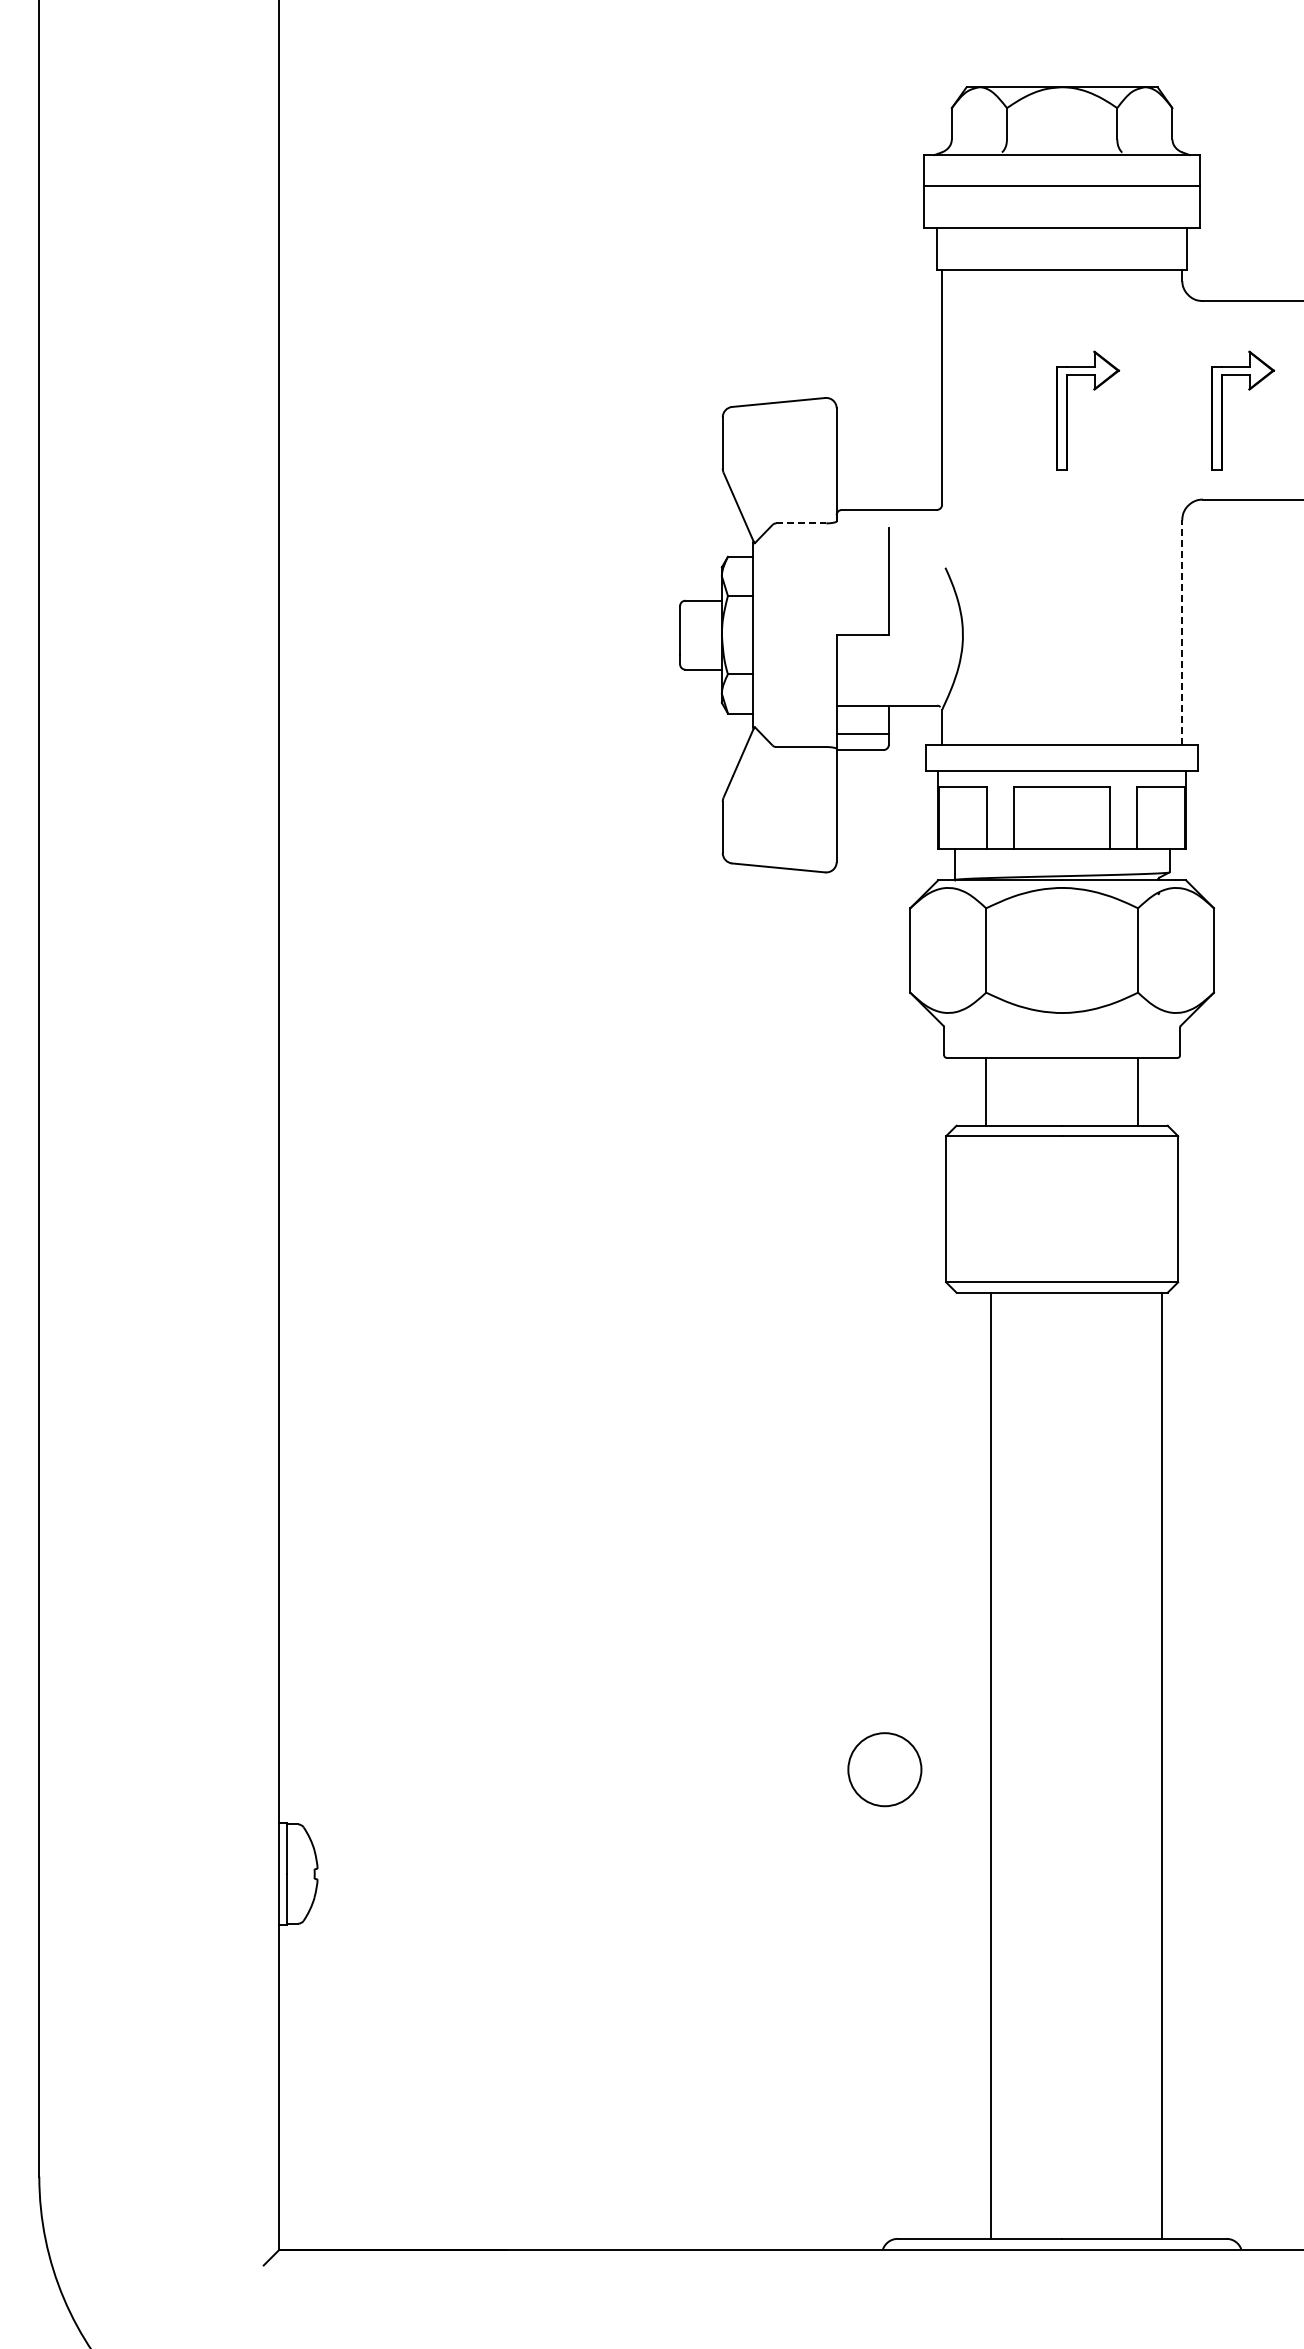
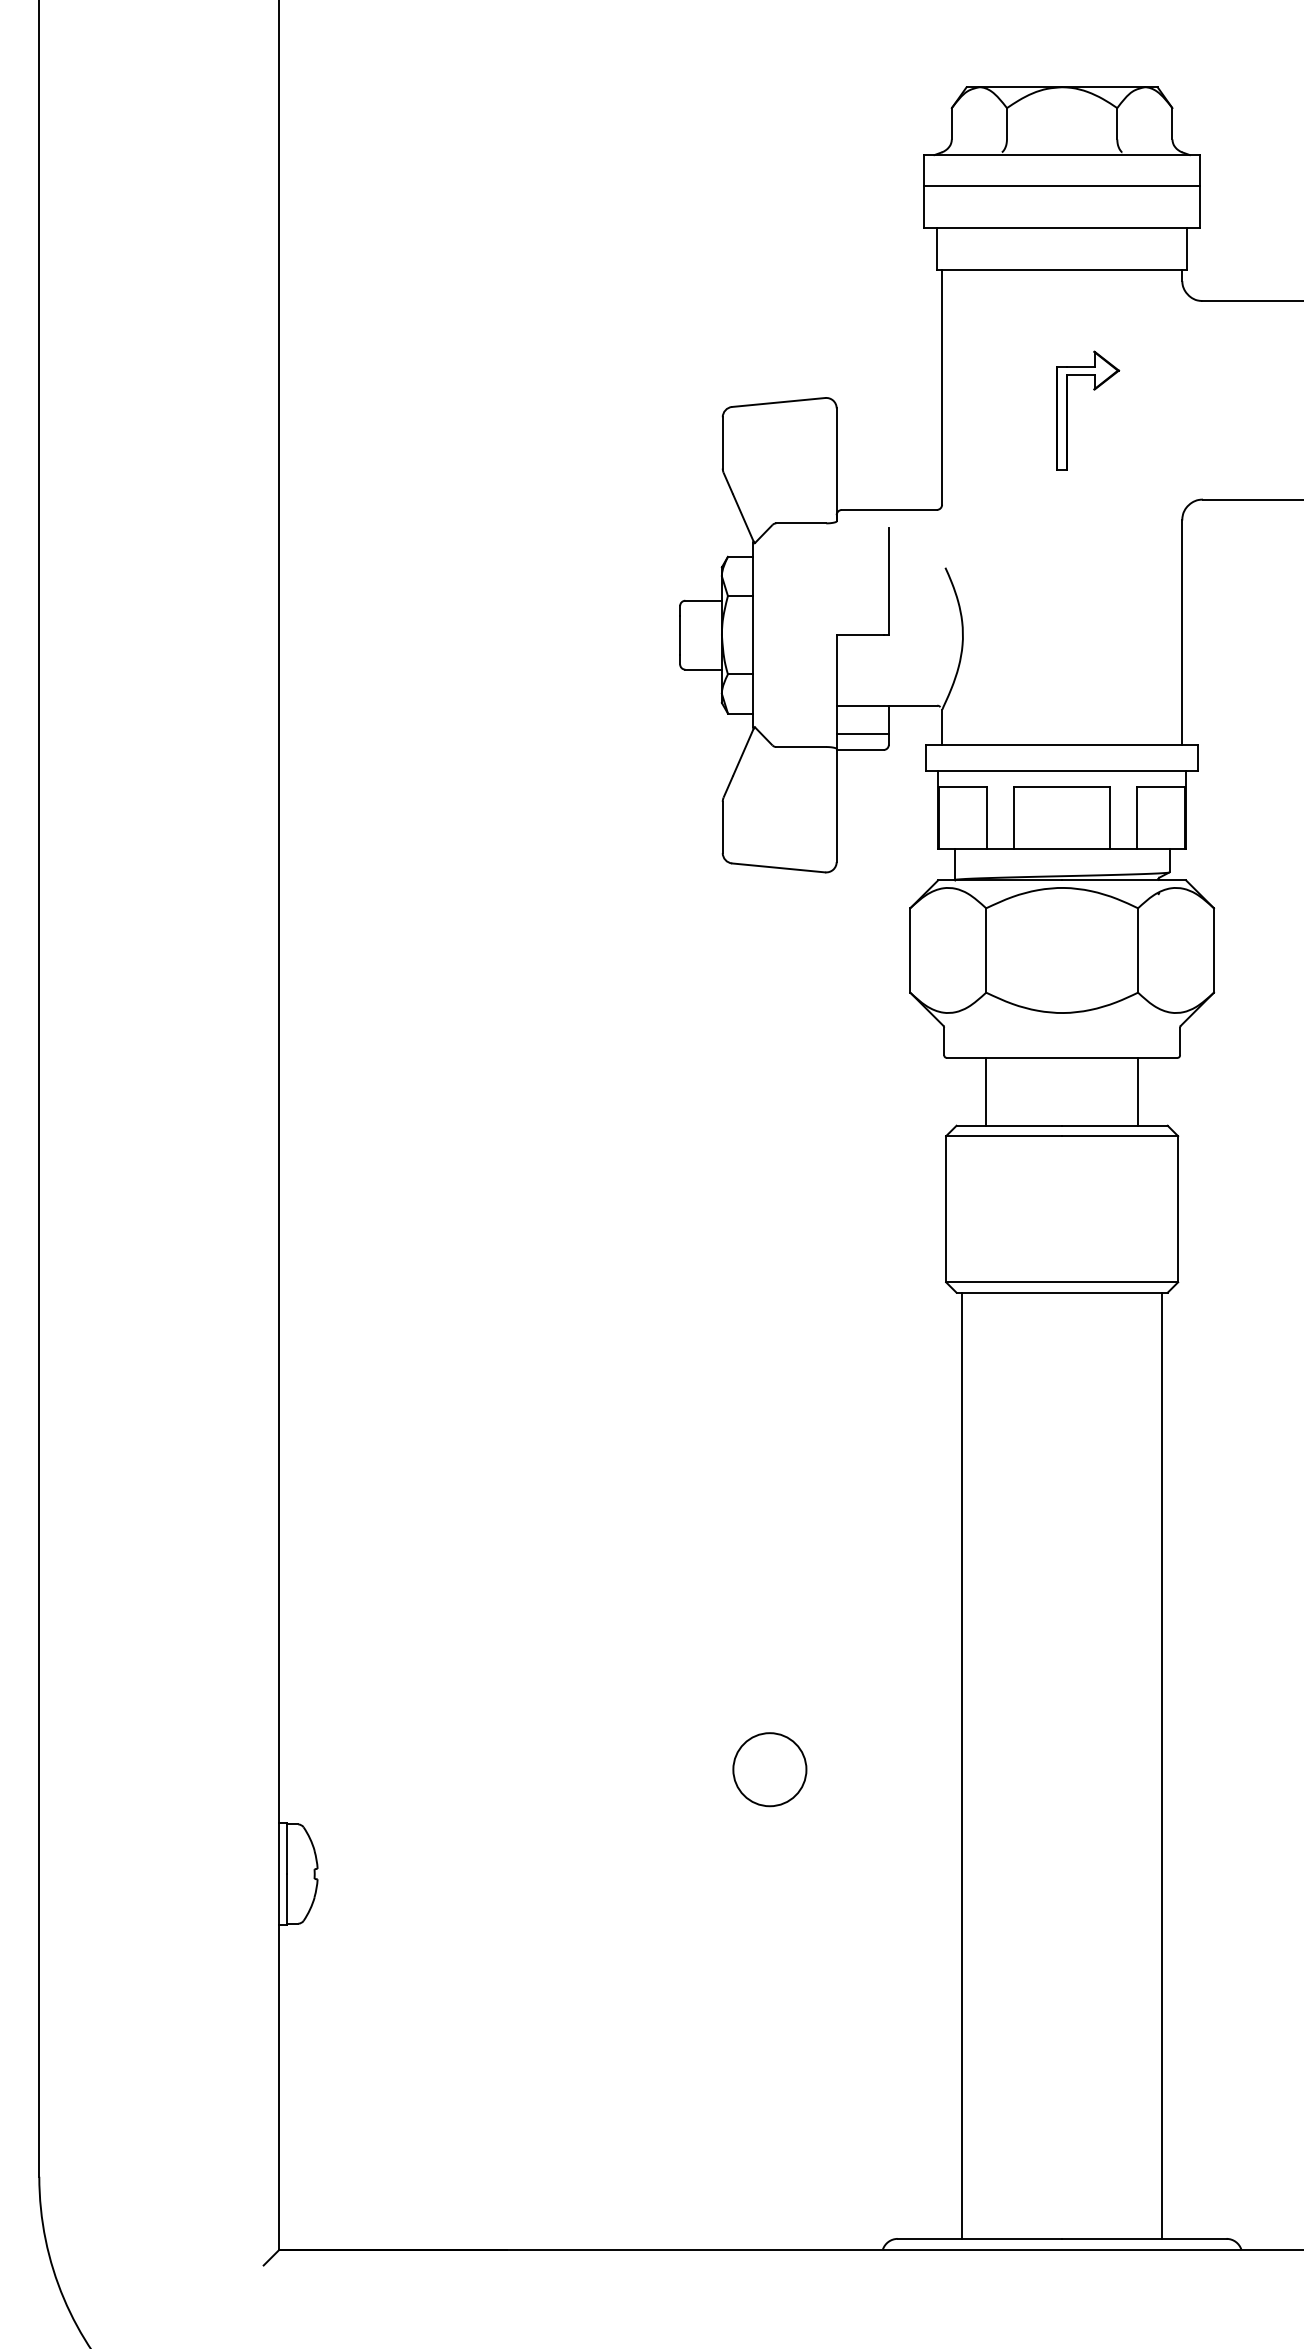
part at (1248, 390): present -> none
line at (801, 523): dashed -> solid
line at (1182, 632): dashed -> solid
line at (991, 1765) position: (991, 1765) -> (962, 1765)
circle at (884, 1769) position: (884, 1769) -> (769, 1769)
